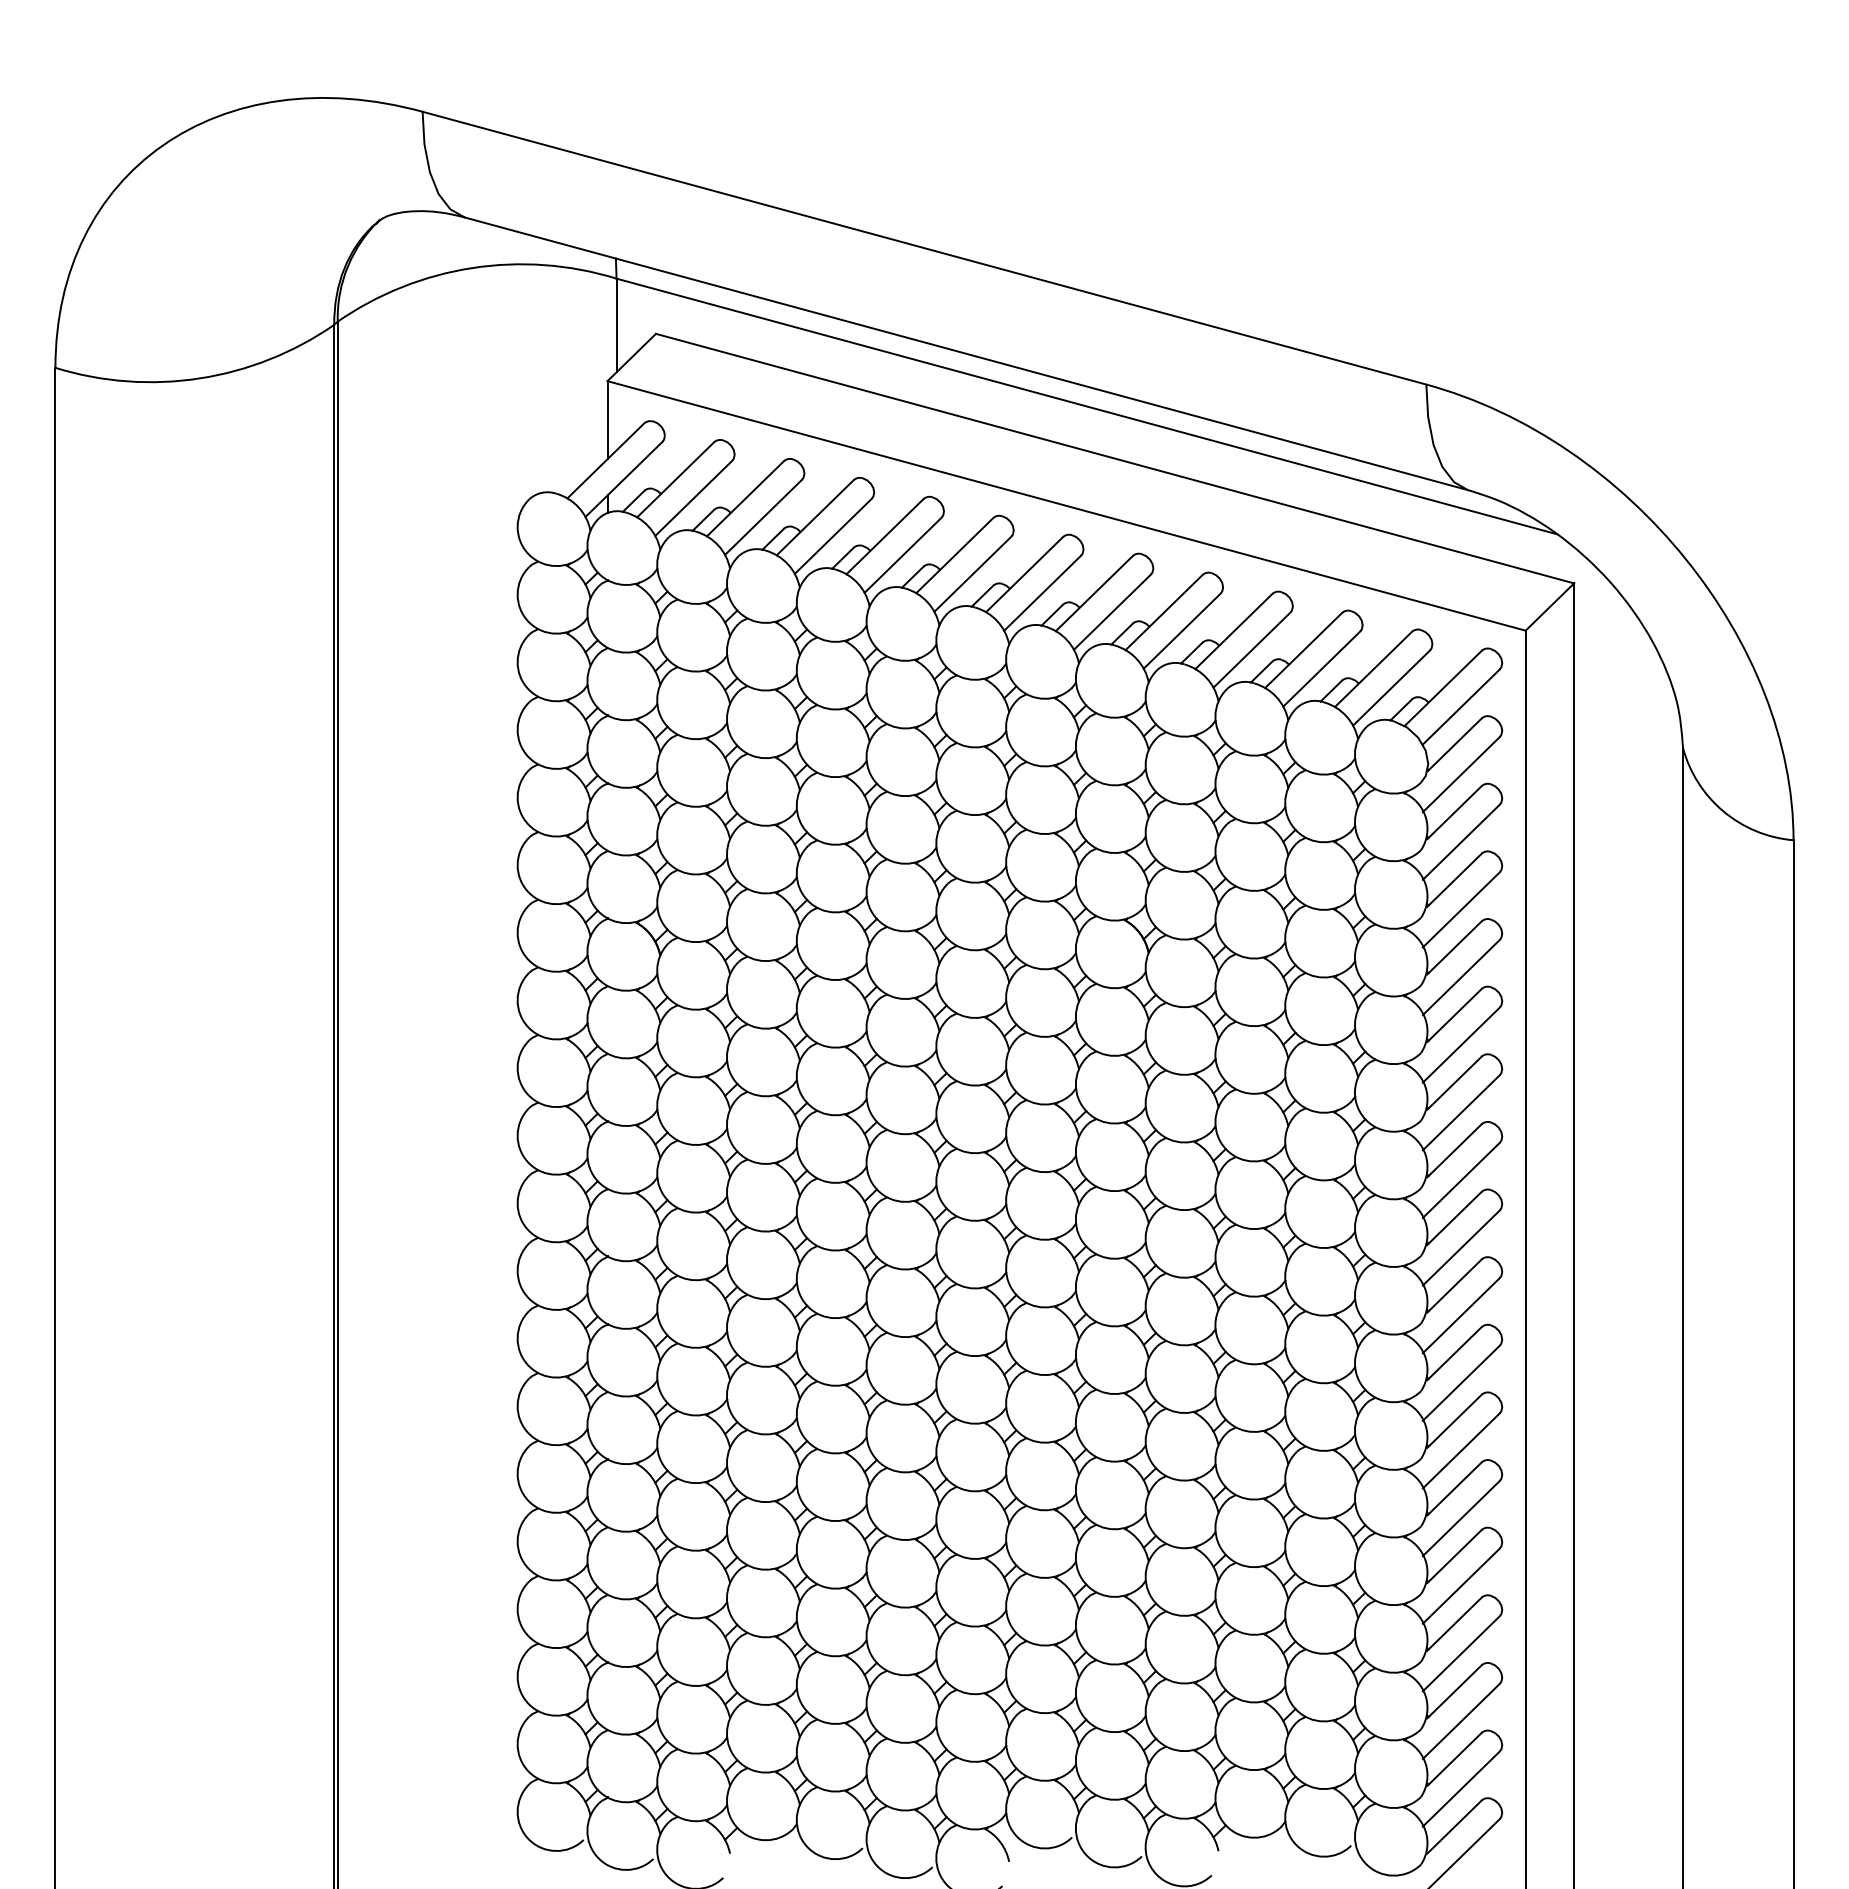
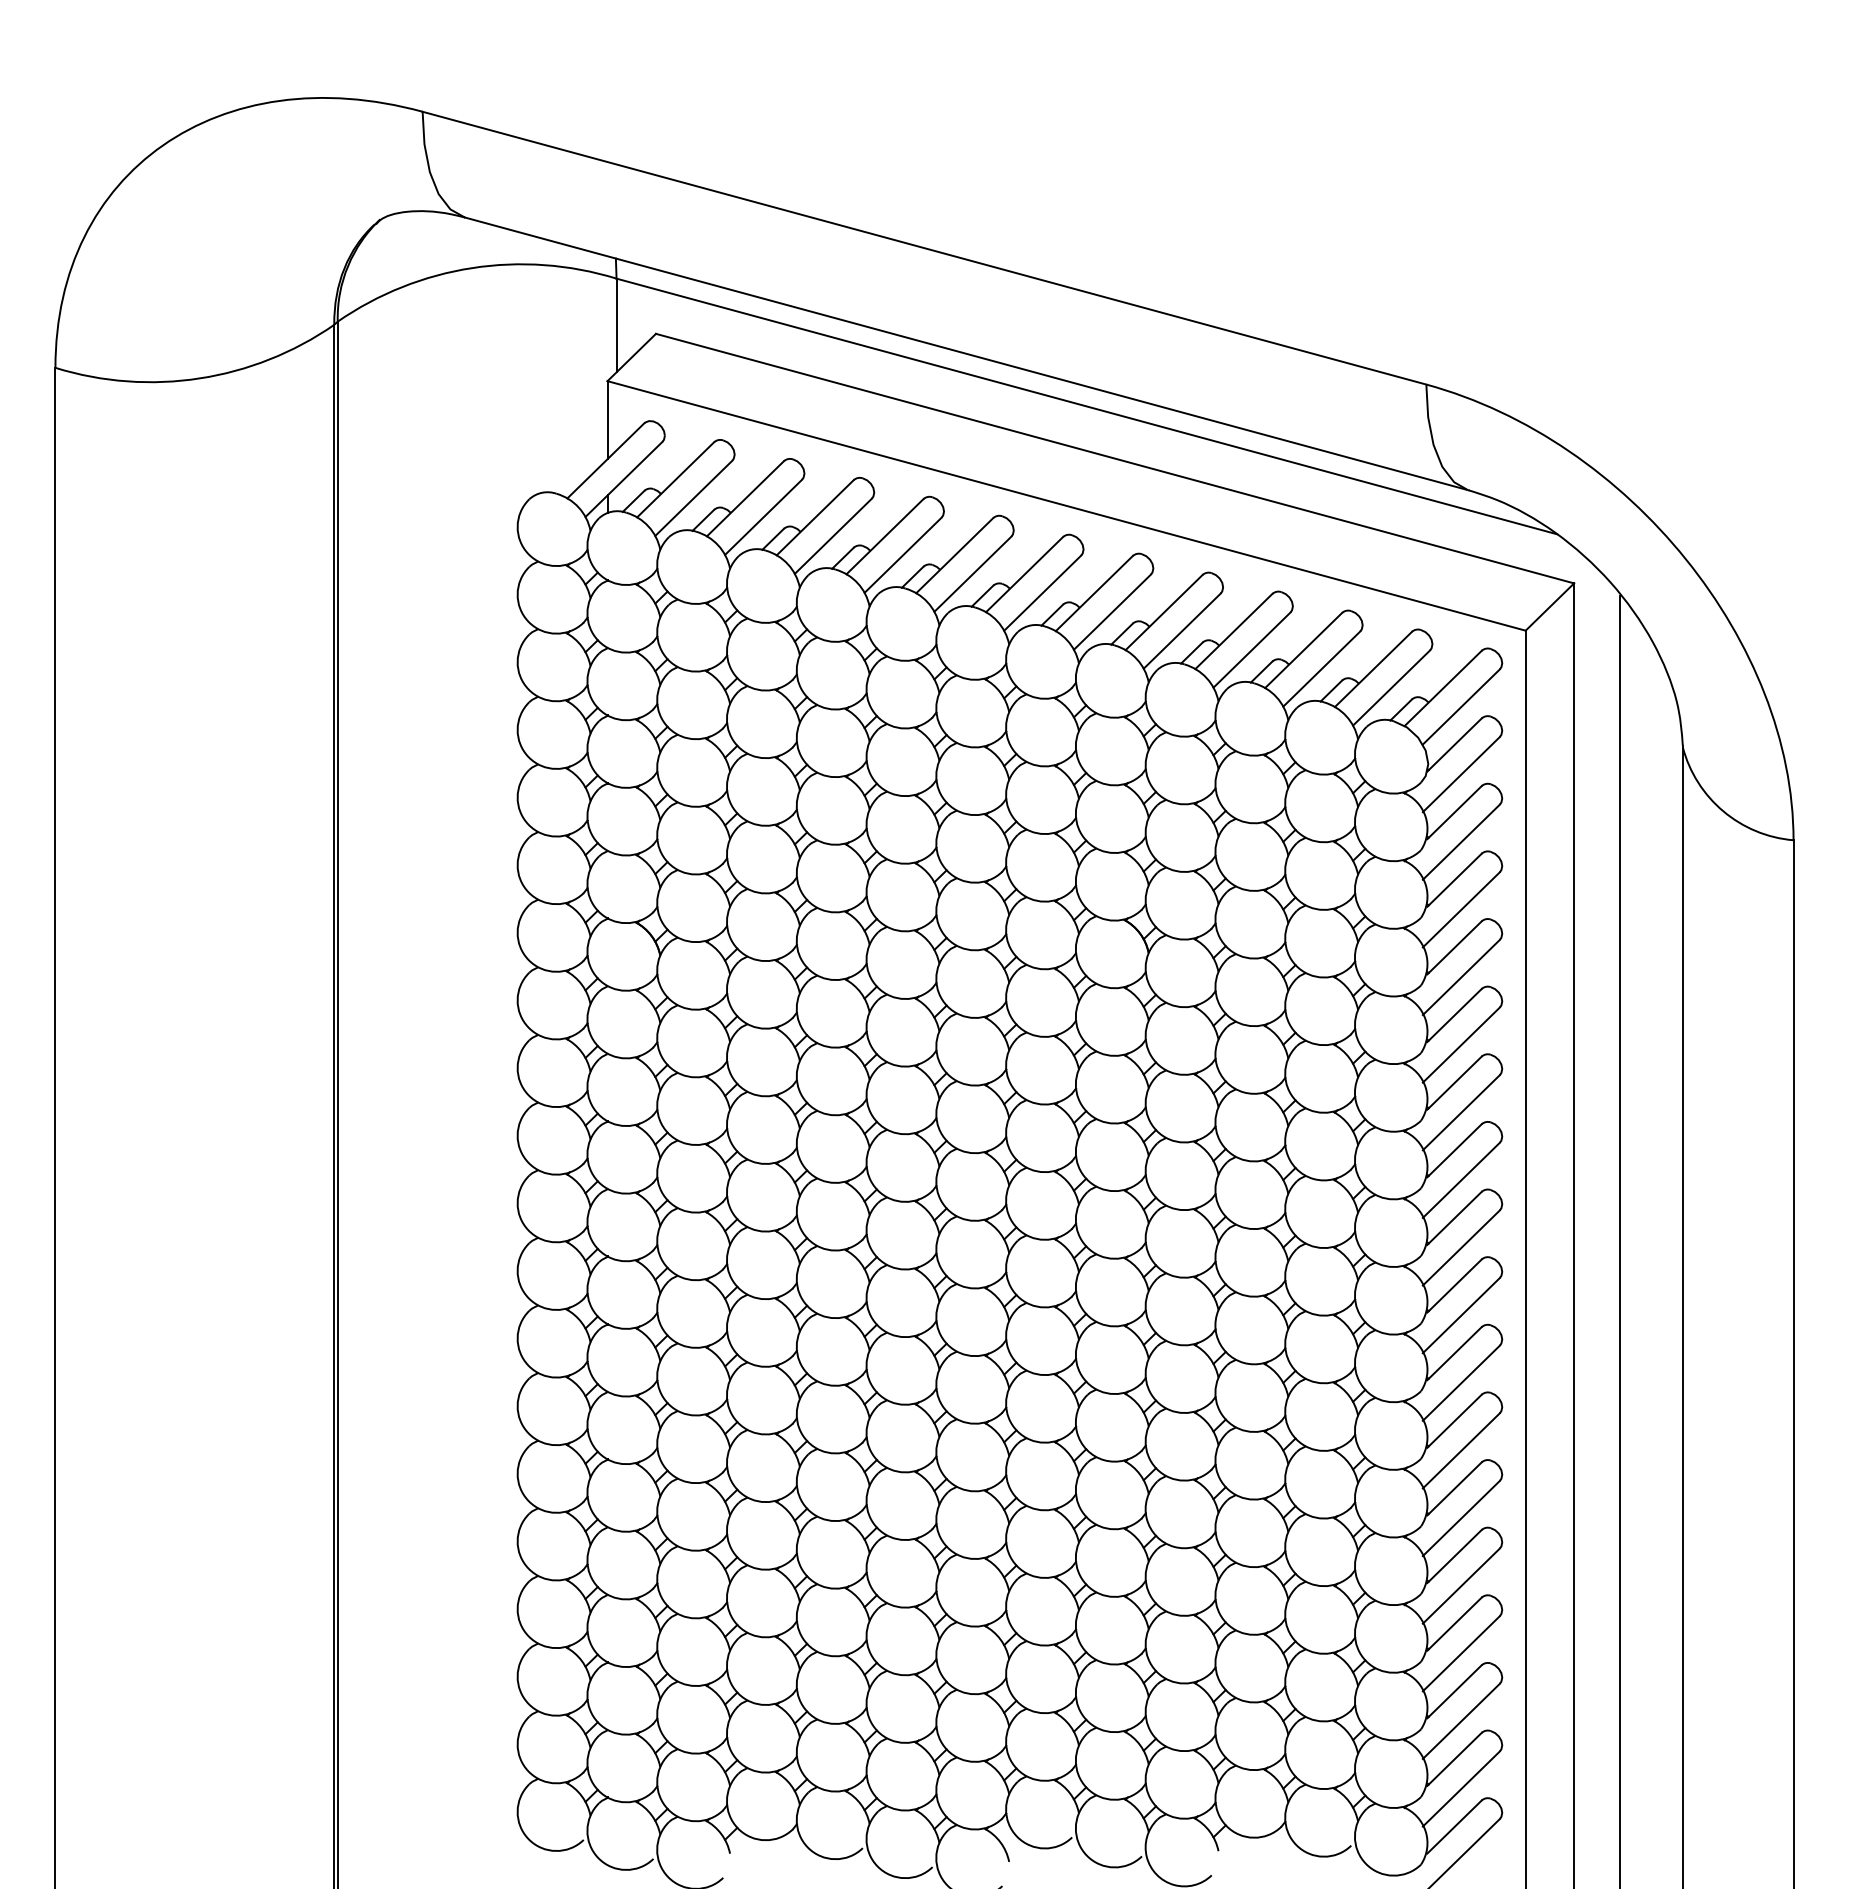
line at (1620, 1240): none -> present
